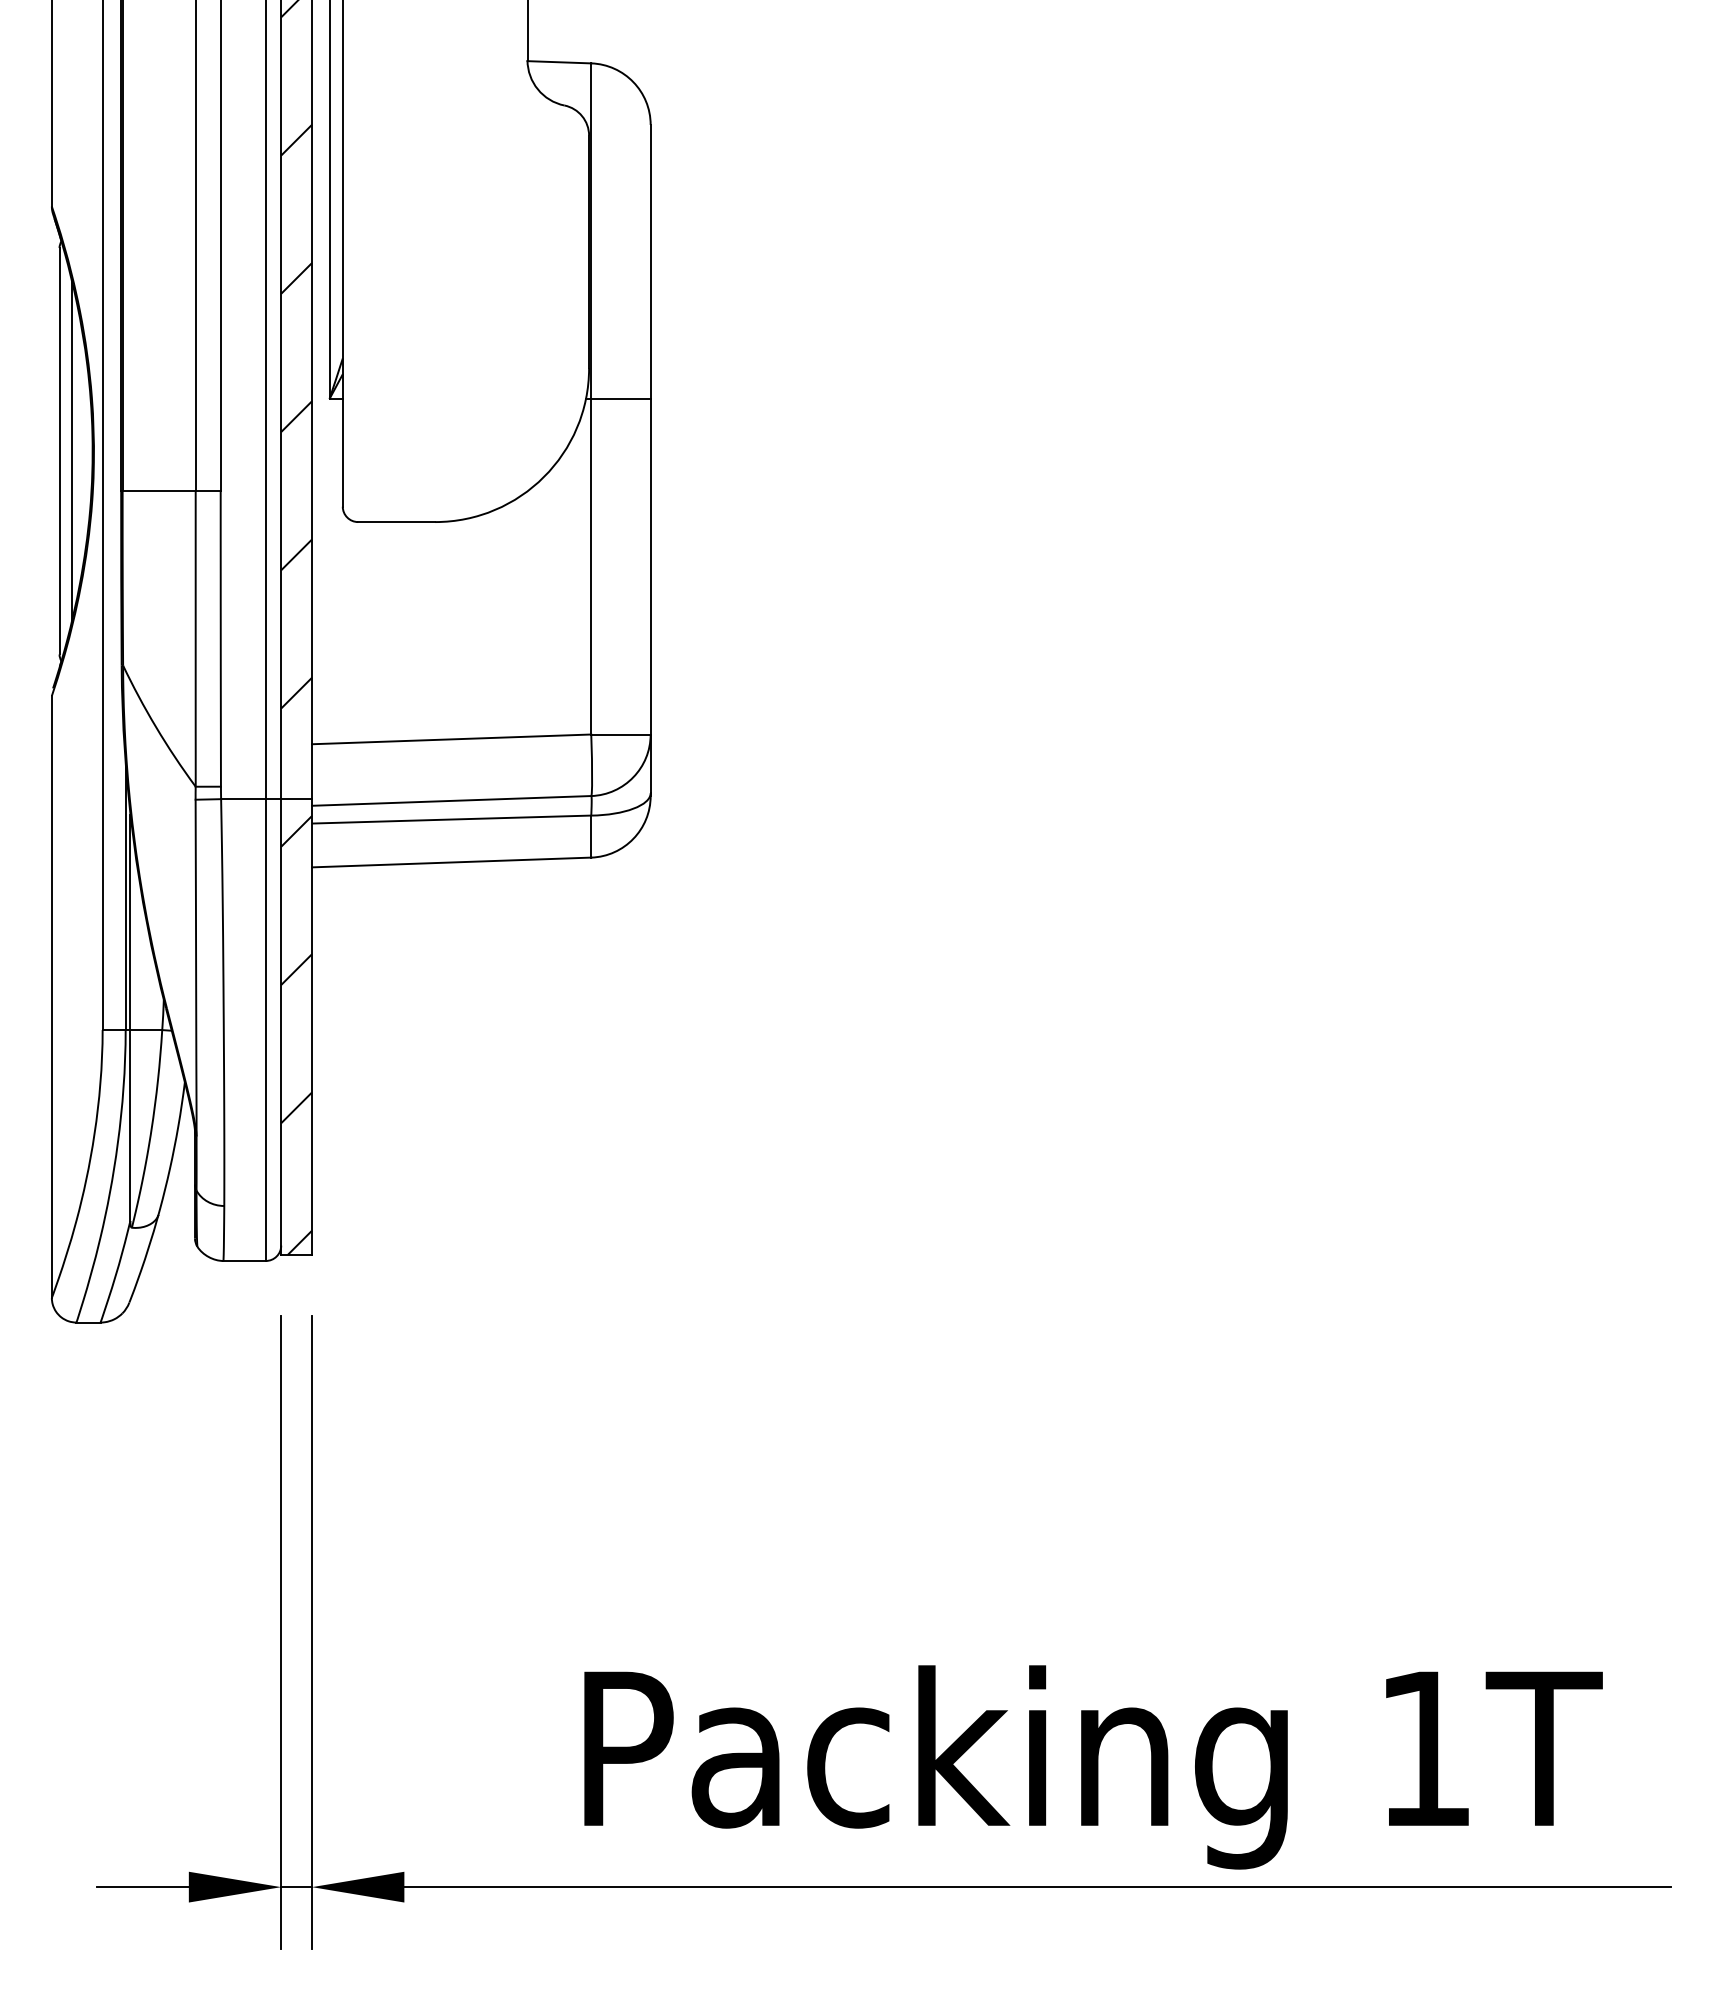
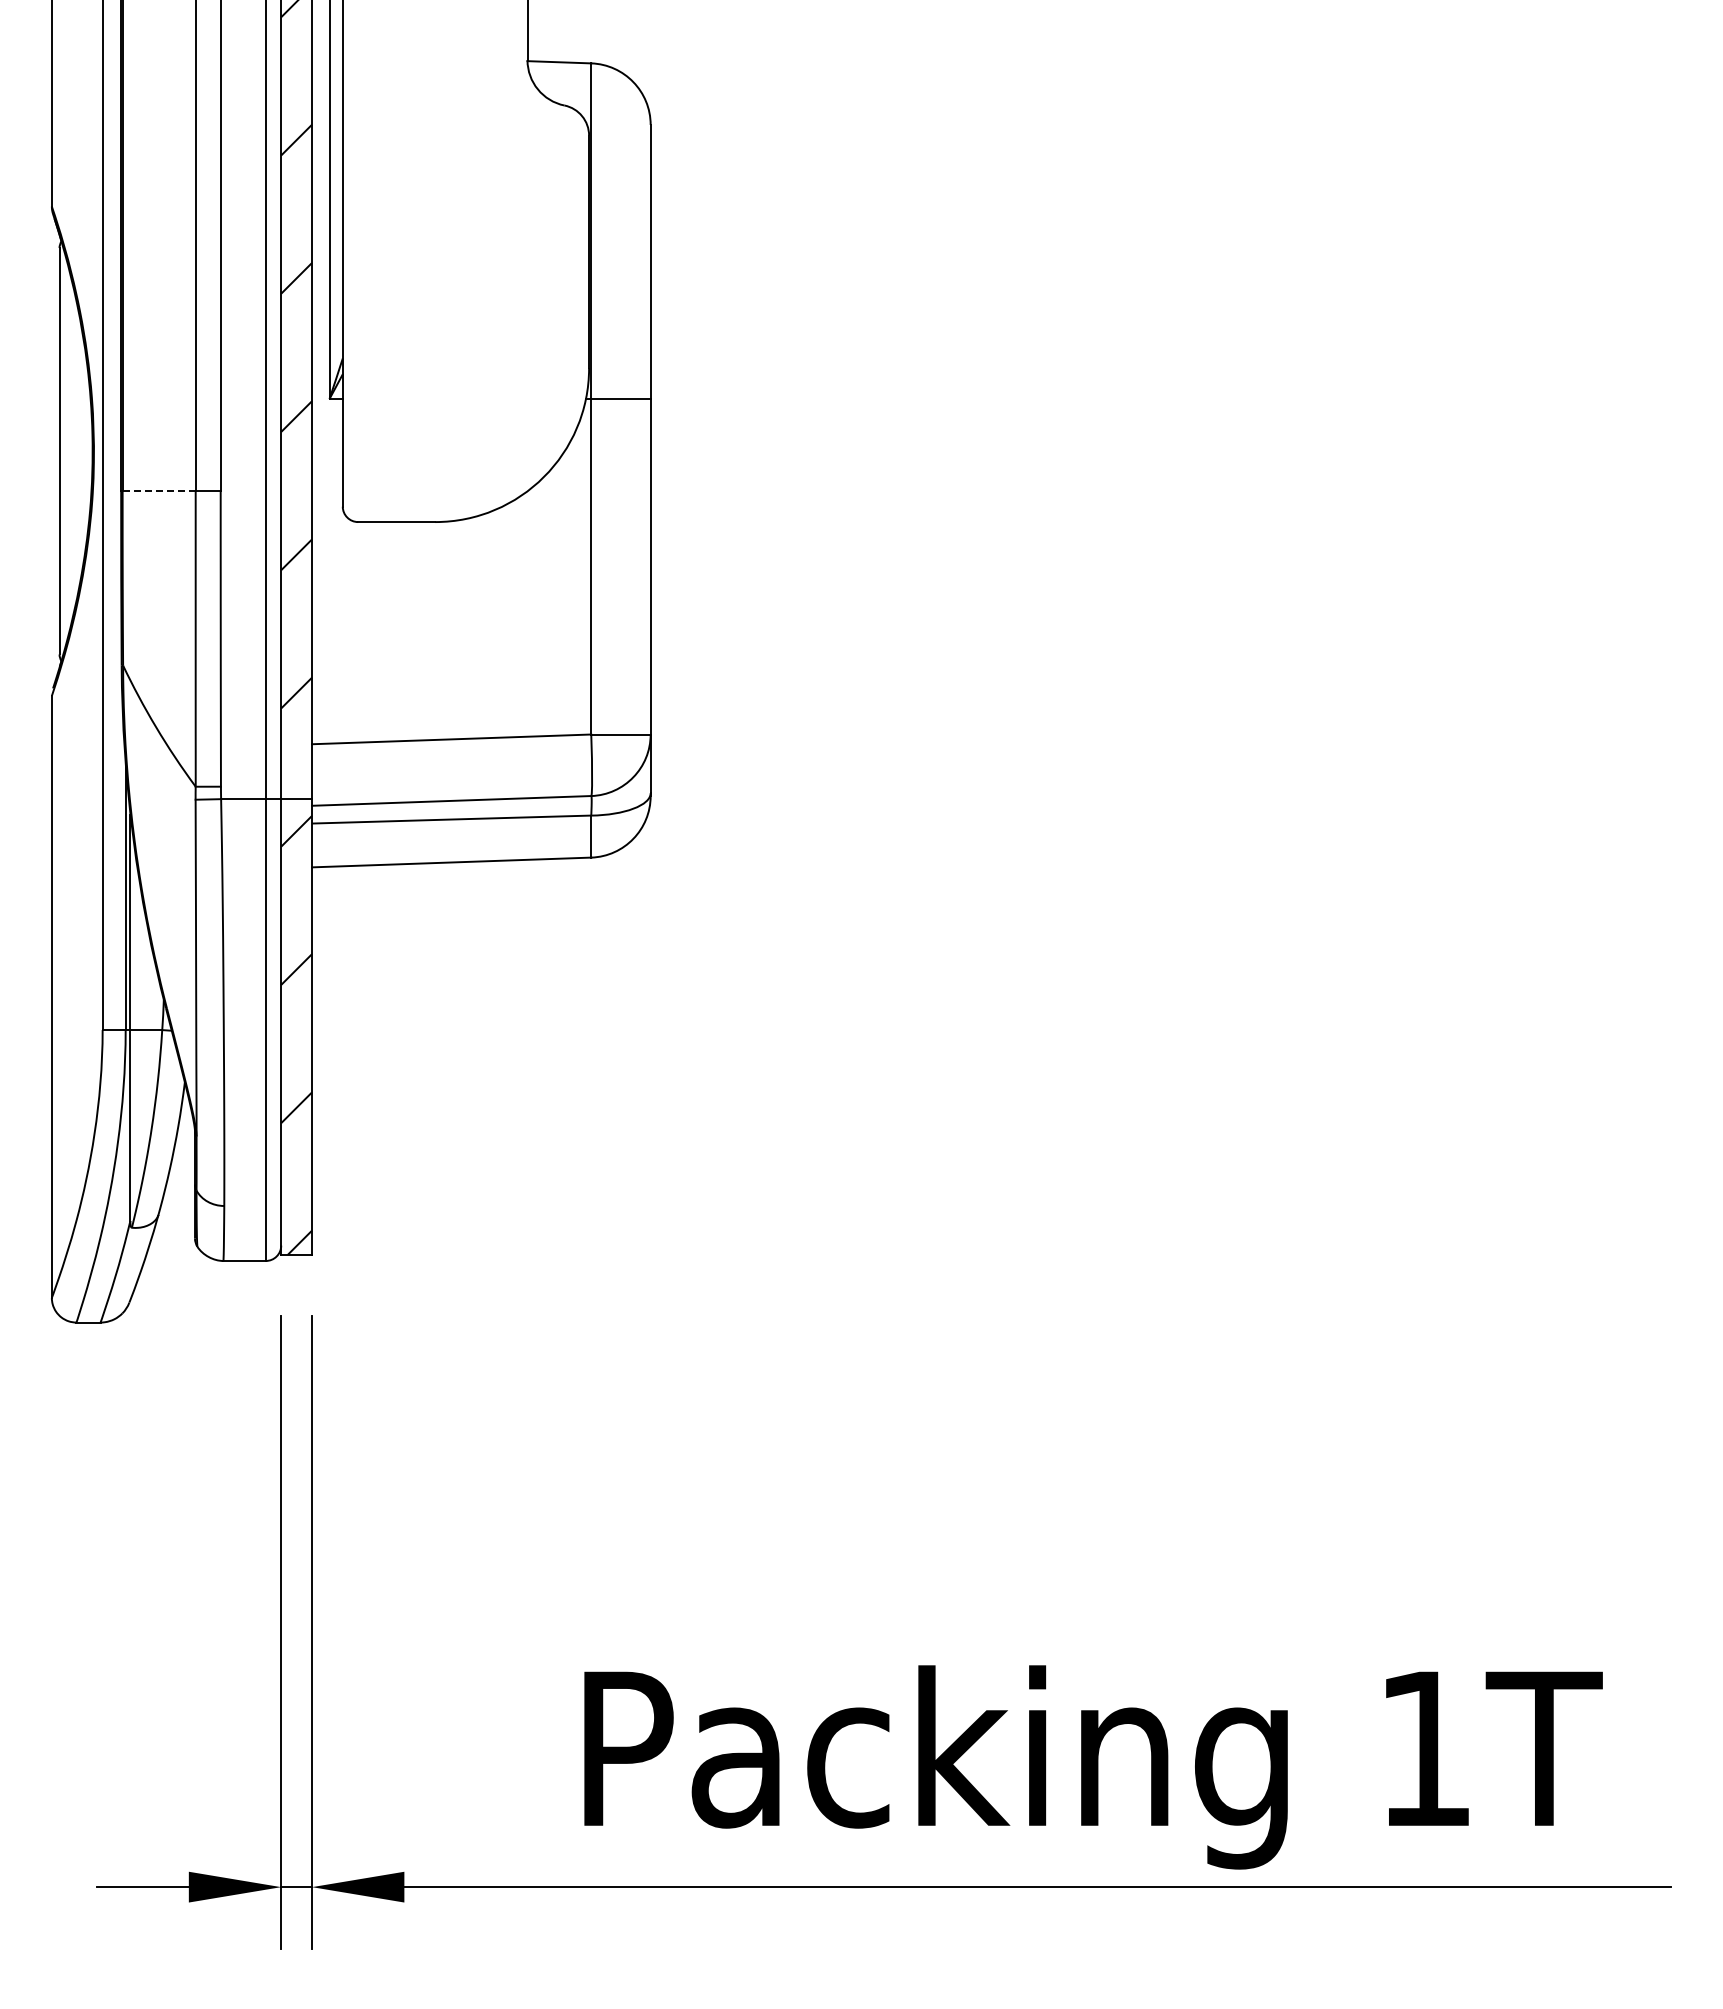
line at (71, 450): present -> none
line at (159, 491): solid -> dashed
